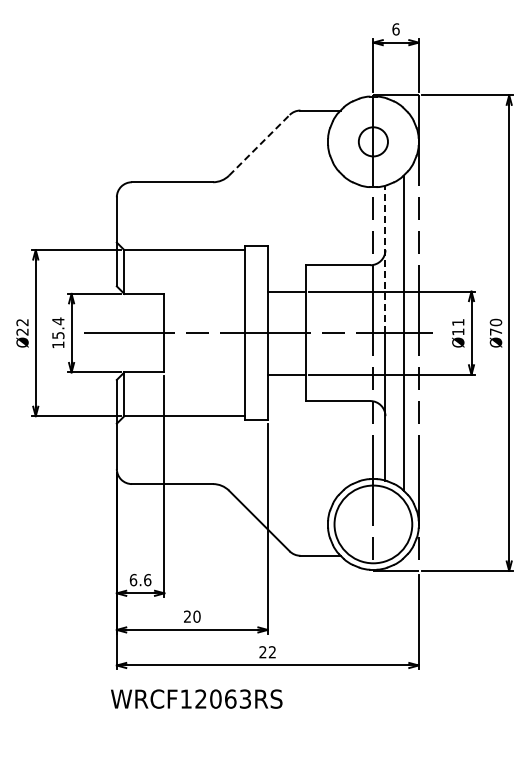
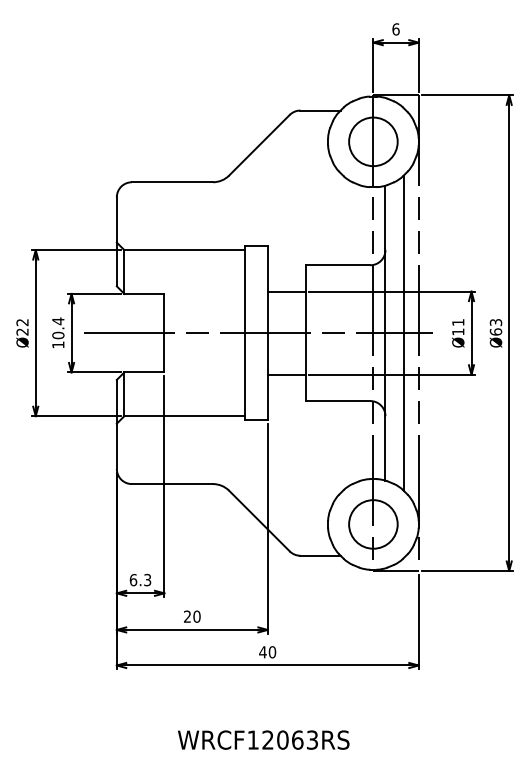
circle at (372, 141) diameter: 29 px -> 49 px
line at (259, 145): dashed -> solid
line at (385, 259): dashed -> solid
text at (495, 326): Ø70 -> Ø63
text at (58, 335): 15.4 -> 10.4
circle at (373, 524) diameter: 78 px -> 49 px
text at (147, 580): 6.6 -> 6.3
text at (267, 652): 22 -> 40
text at (196, 698) position: (196, 698) -> (263, 739)
